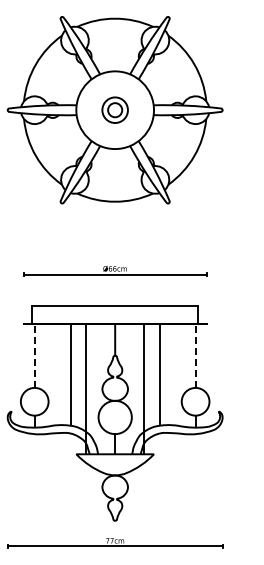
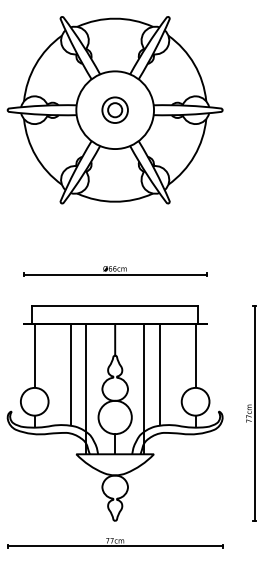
line at (34, 356): dashed -> solid
line at (195, 356): dashed -> solid
part at (251, 413): none -> present
